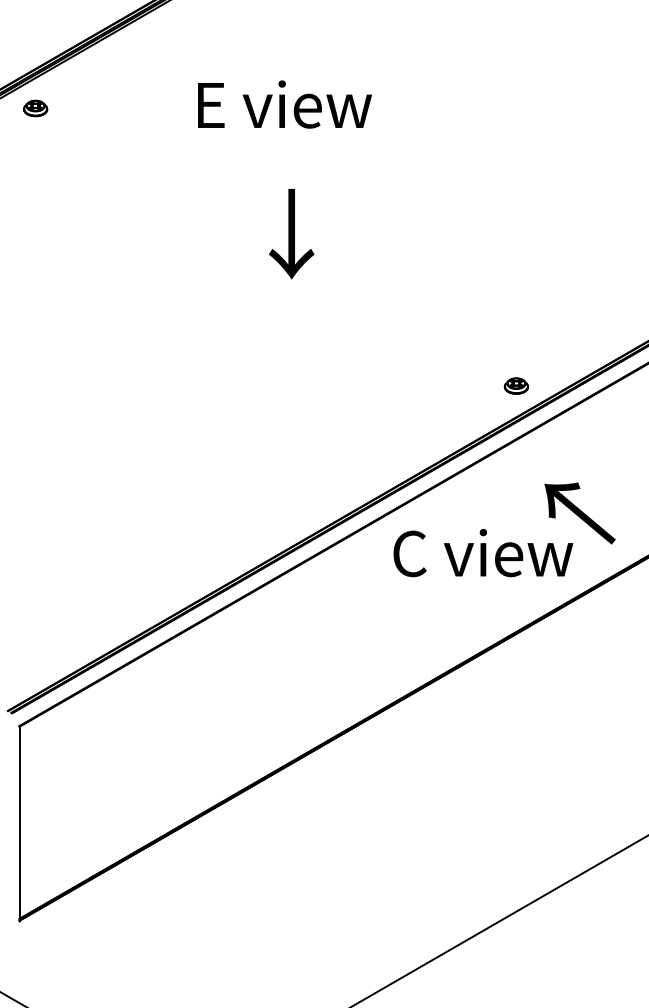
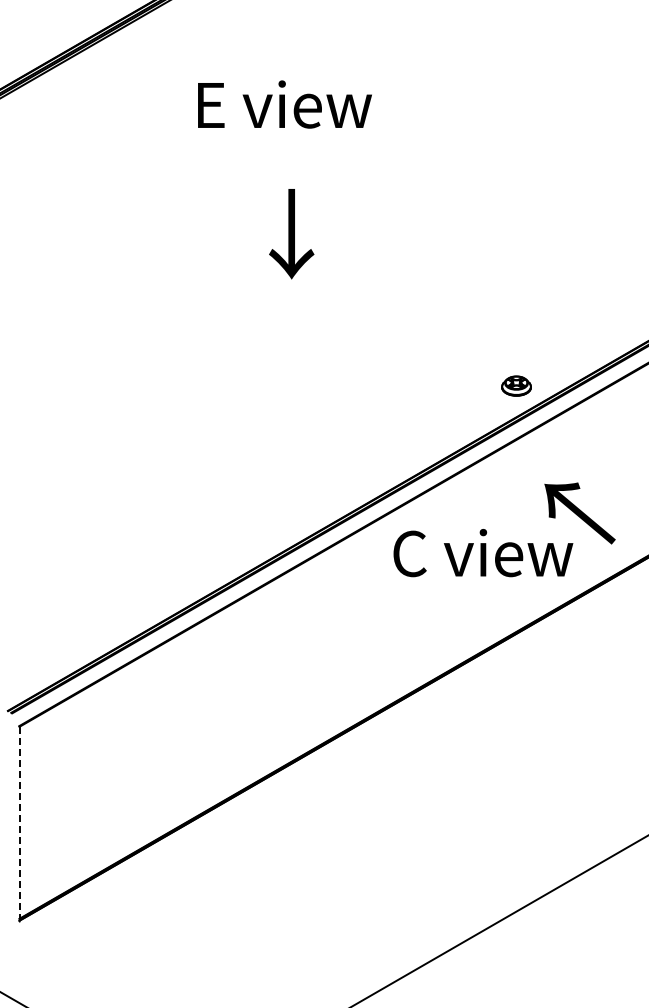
part at (35, 108): present -> none
part at (515, 385) size: 26x18 px -> 31x22 px
line at (19, 824): solid -> dashed
